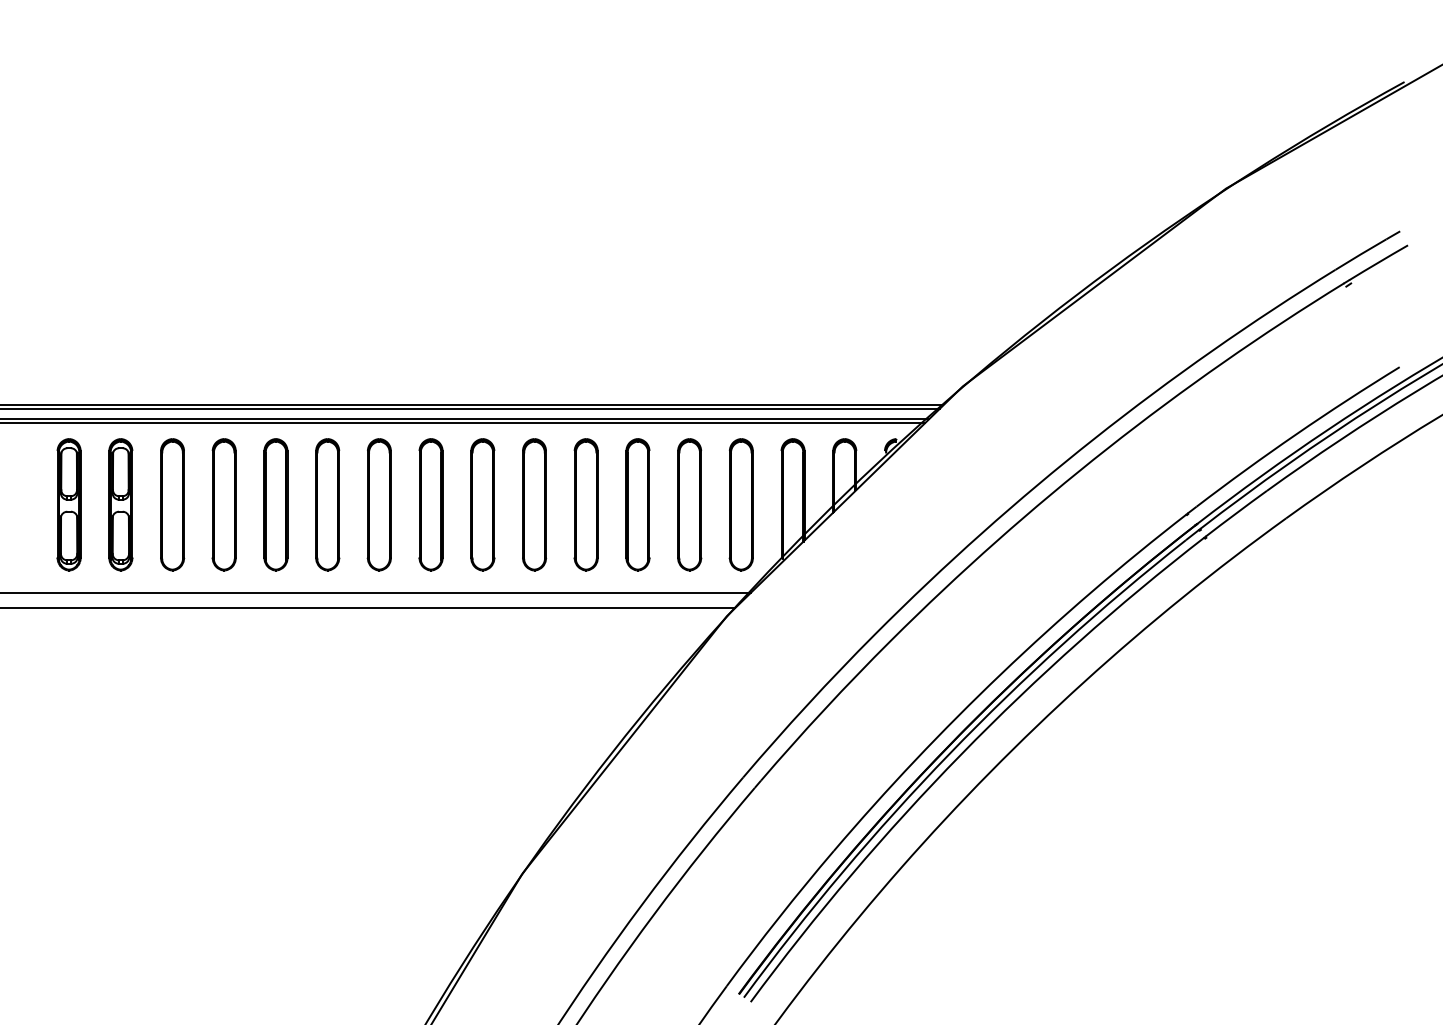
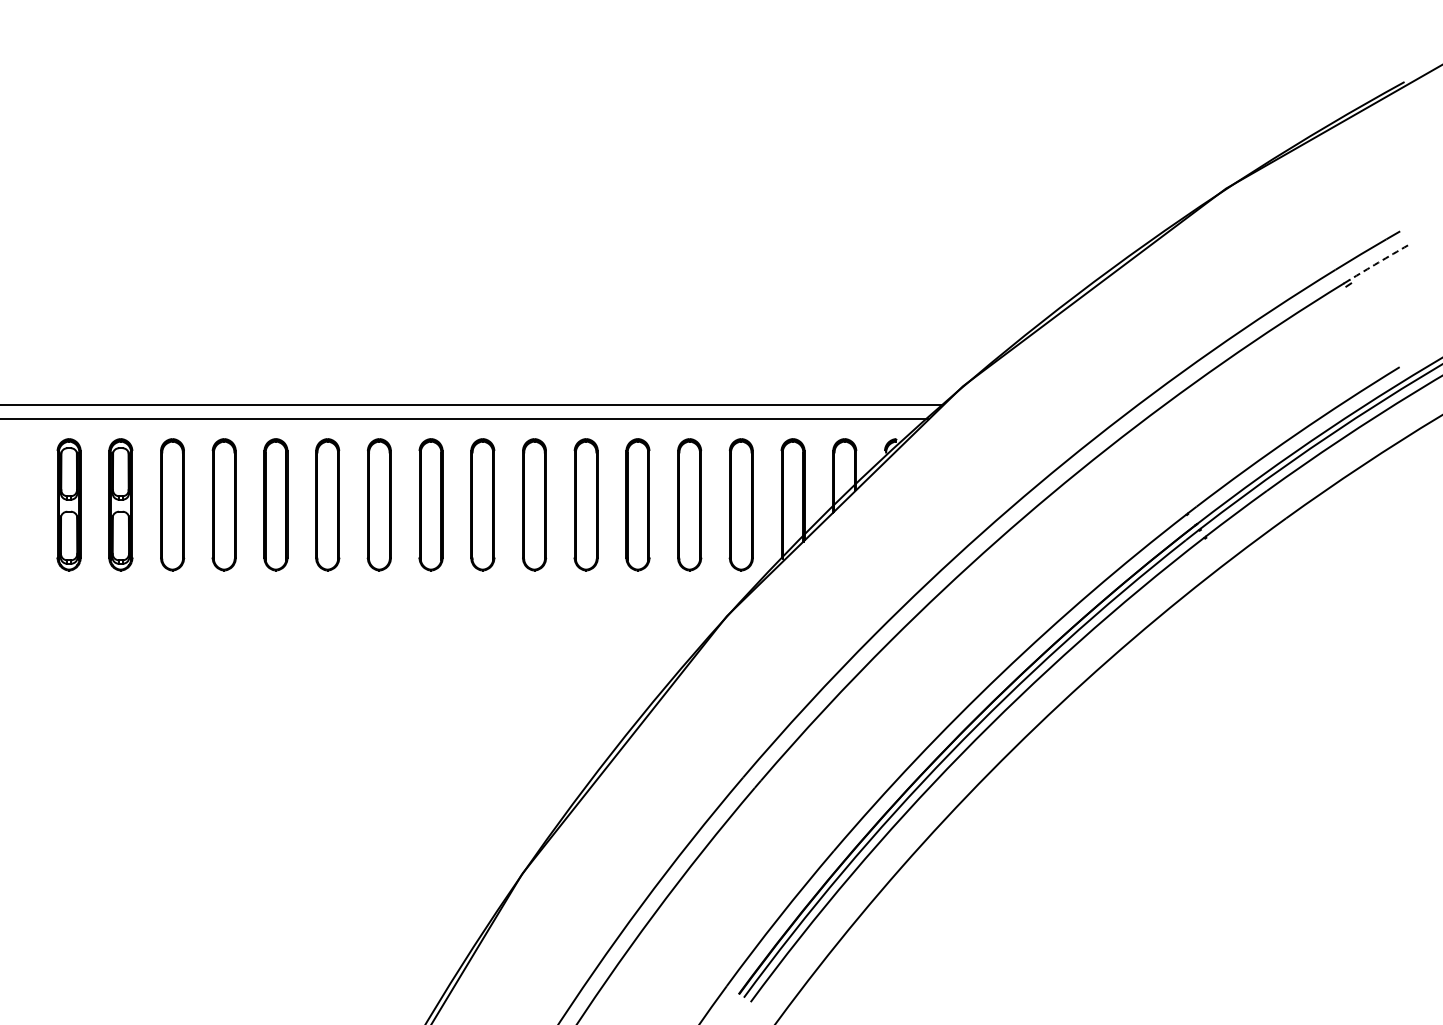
arc at (1378, 262): solid -> dashed
line at (470, 409): present -> none
line at (463, 423): present -> none
line at (376, 593): present -> none
line at (368, 607): present -> none
